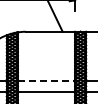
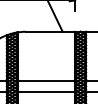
line at (46, 80): dashed -> solid
